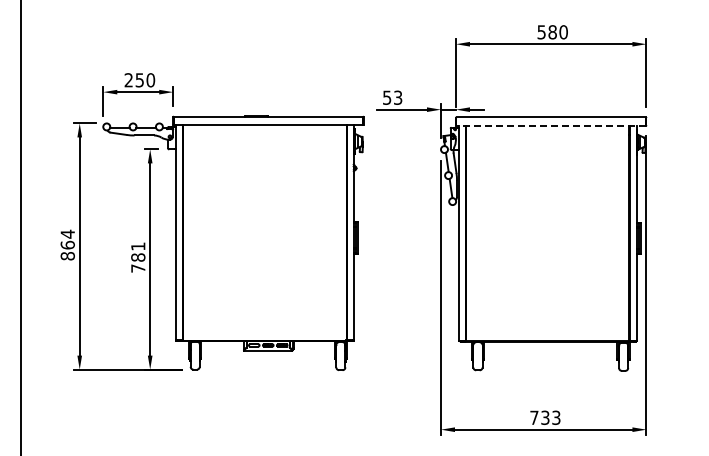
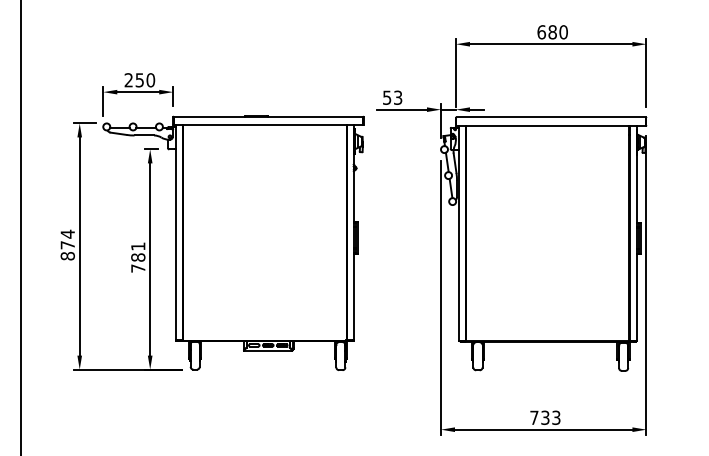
text at (541, 32): 580 -> 680
line at (551, 125): dashed -> solid
text at (67, 244): 864 -> 874
